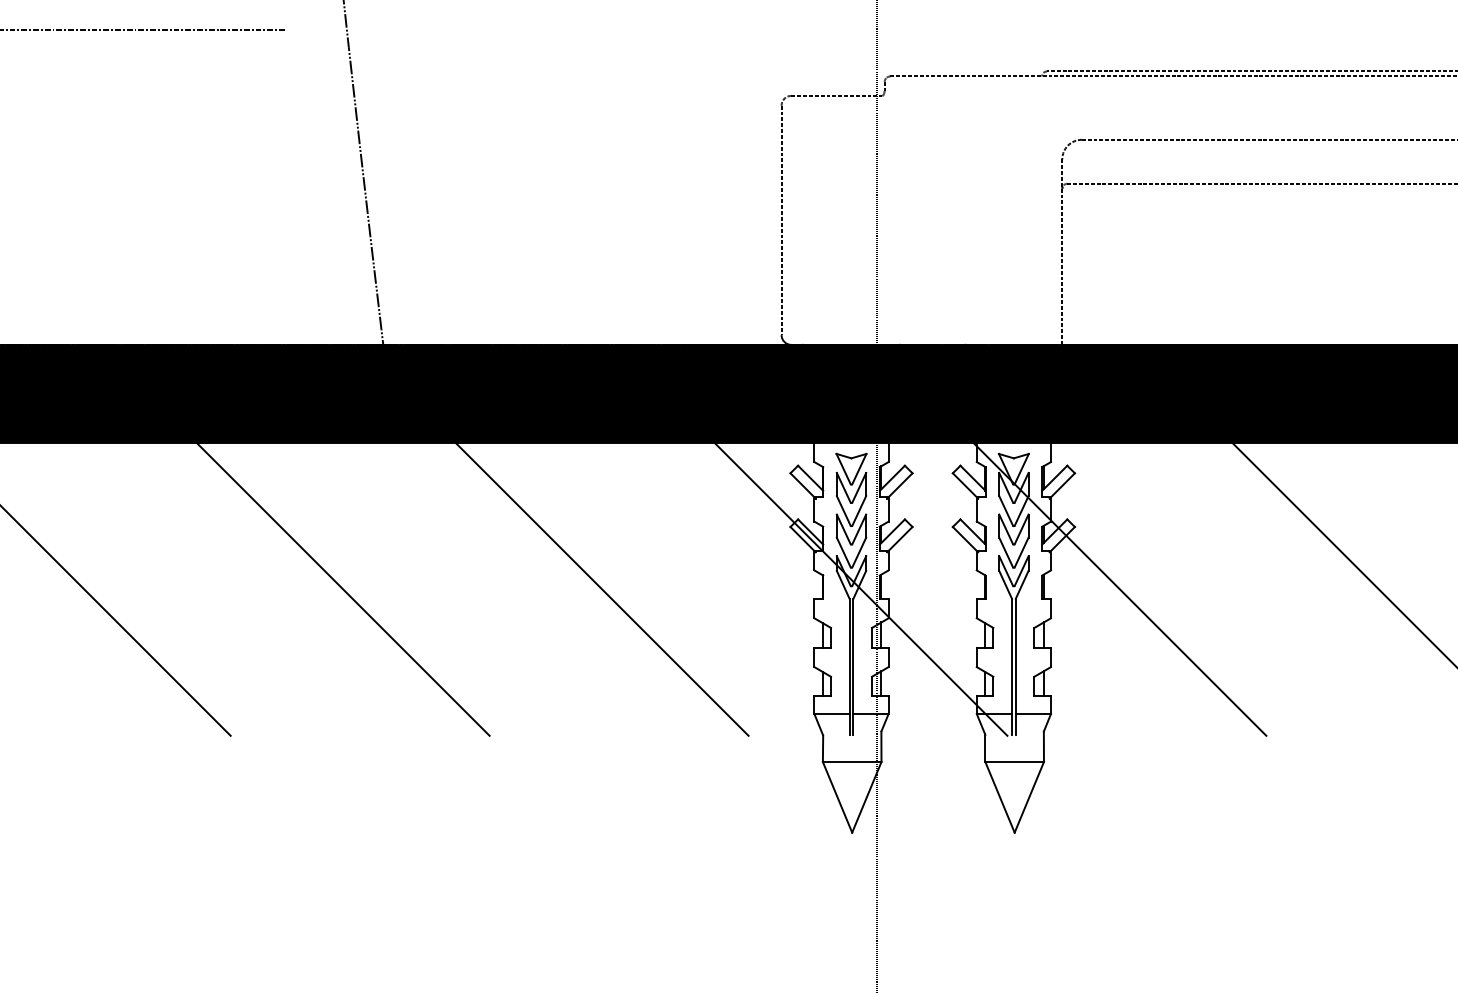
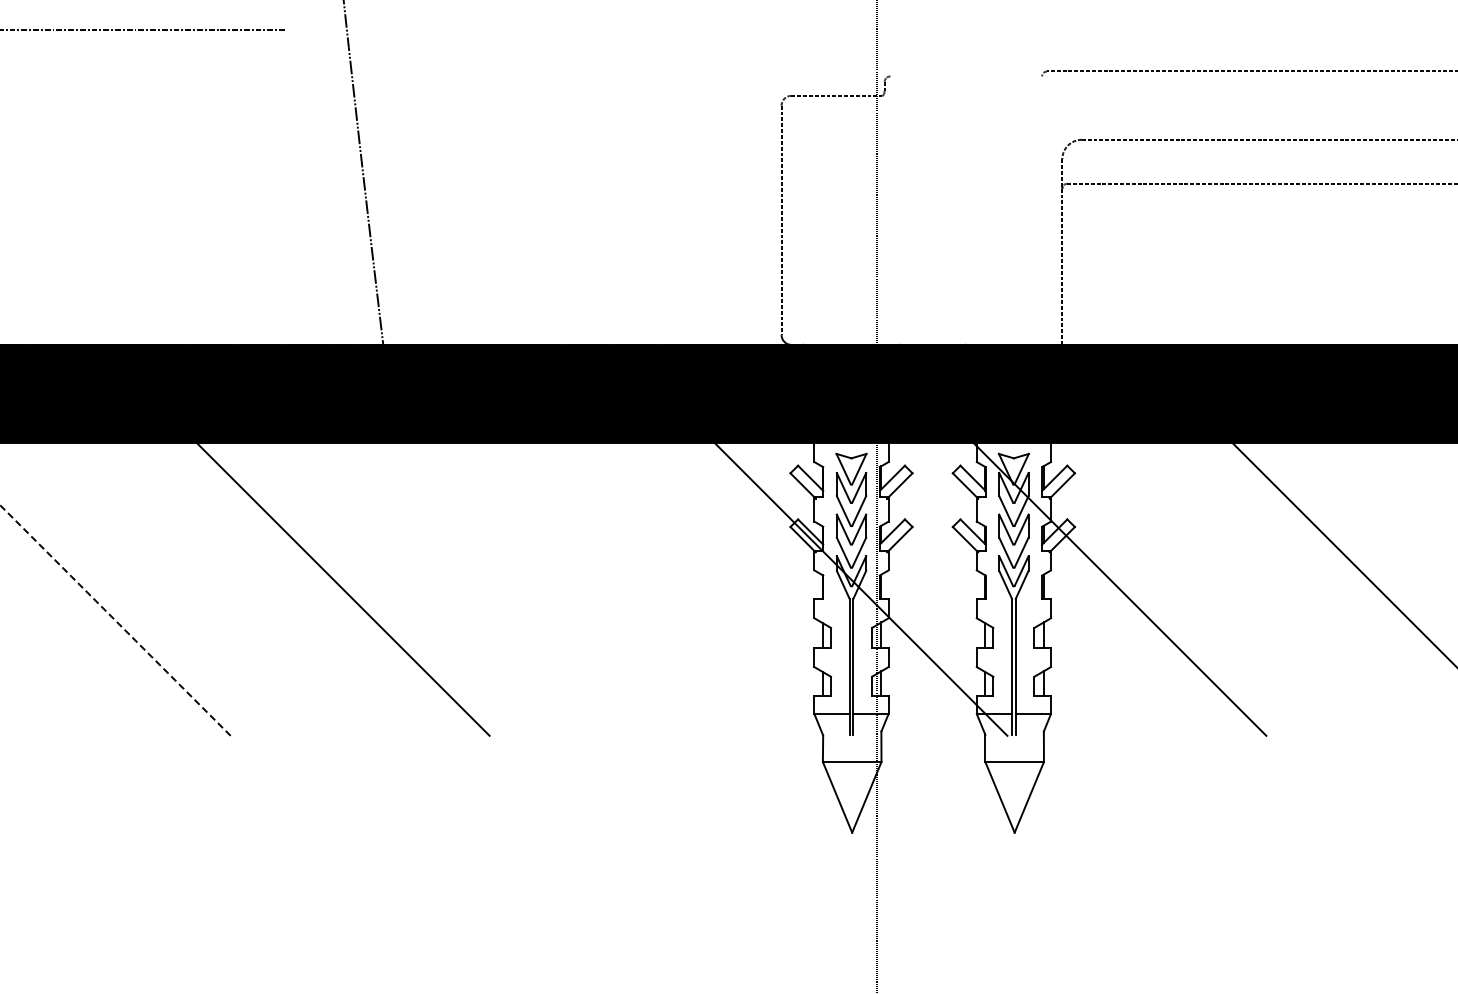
line at (1172, 76): present -> none
line at (601, 588): present -> none
line at (115, 620): solid -> dashed
